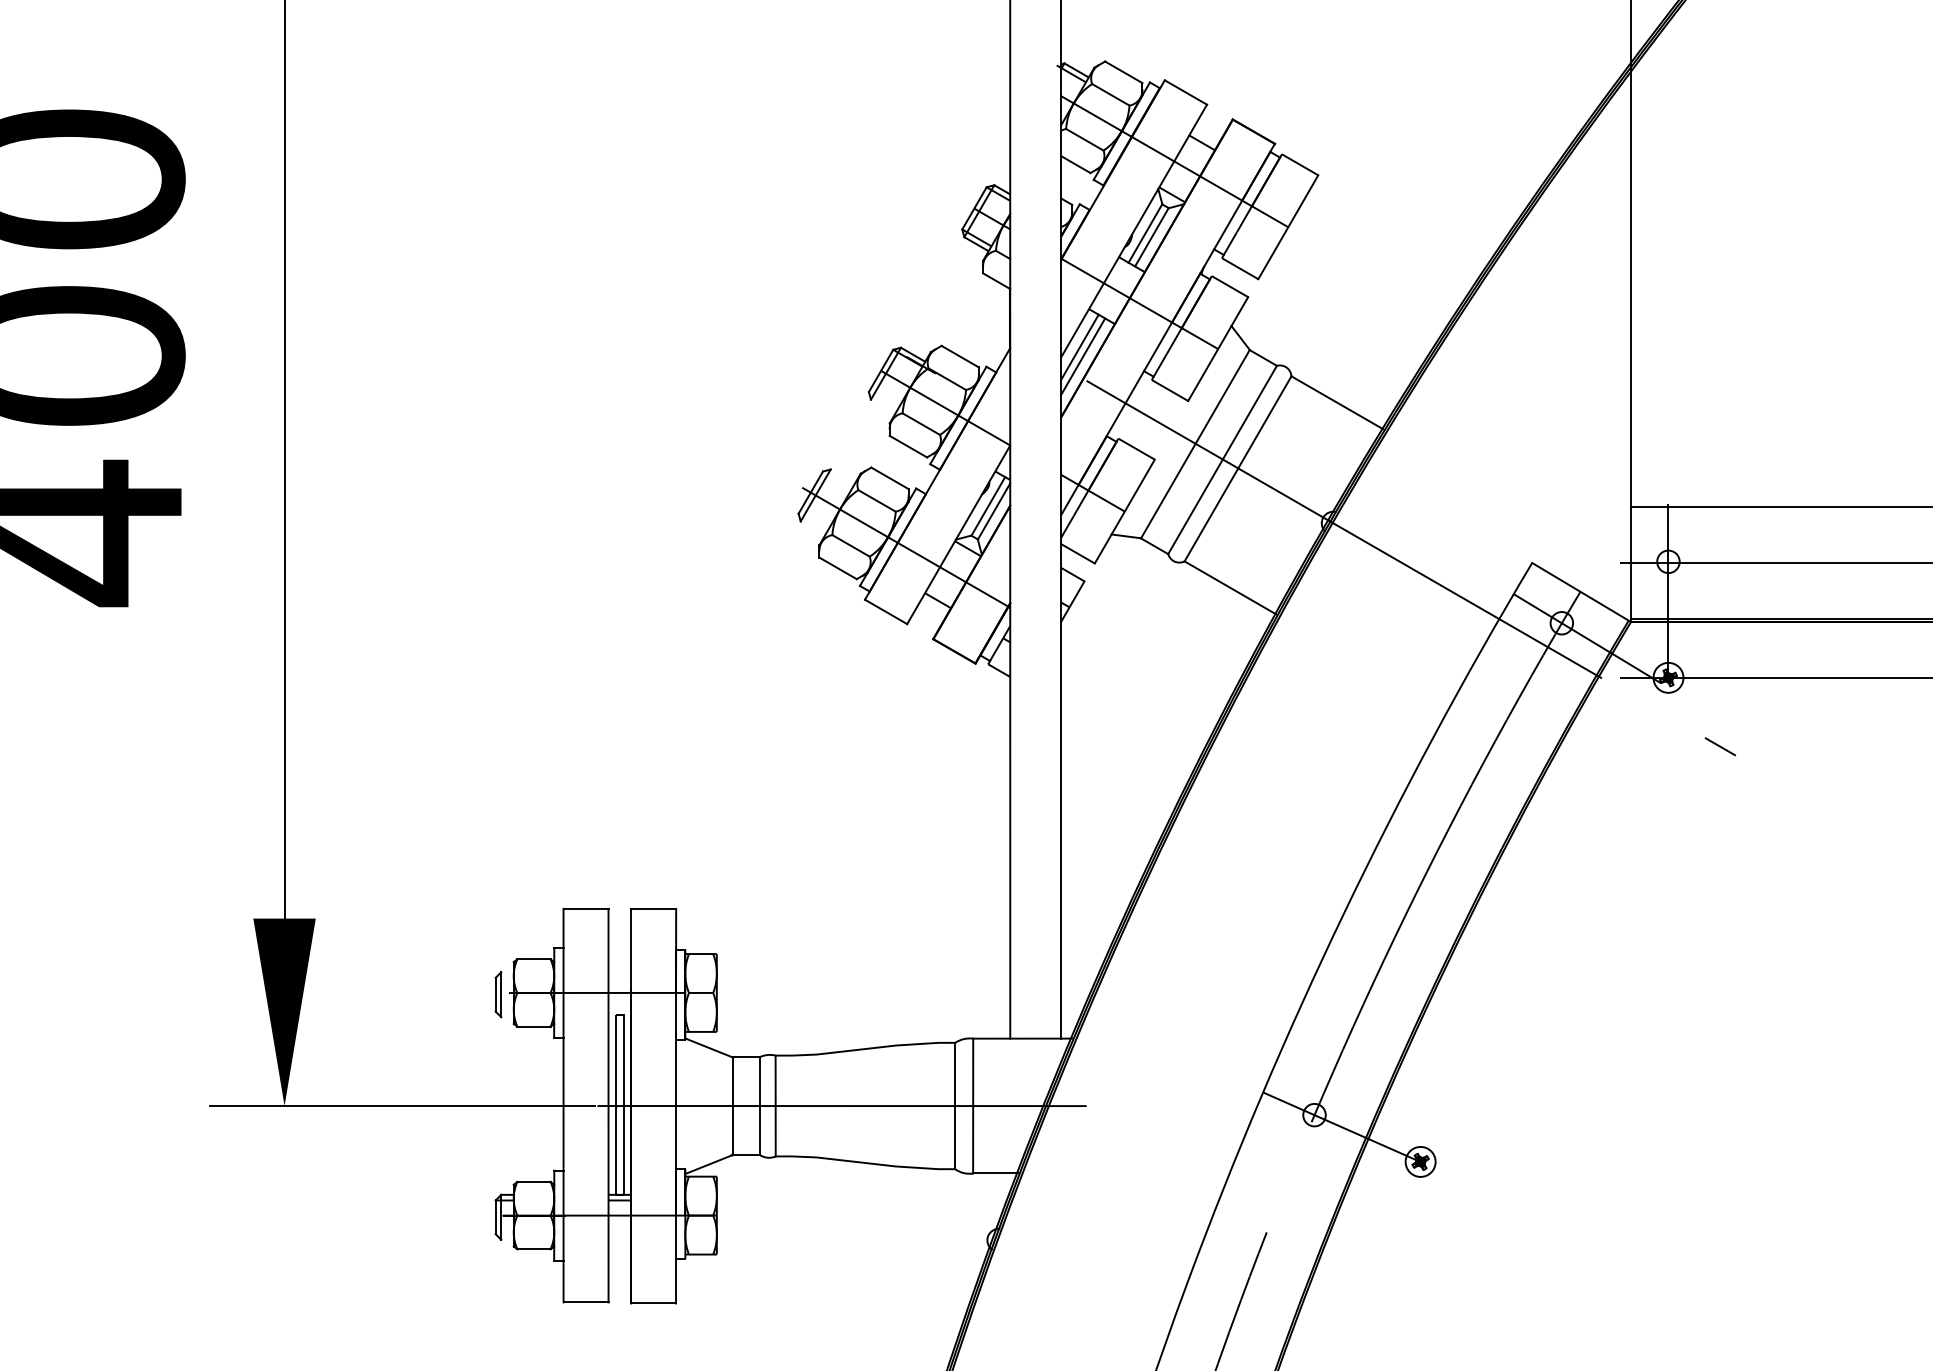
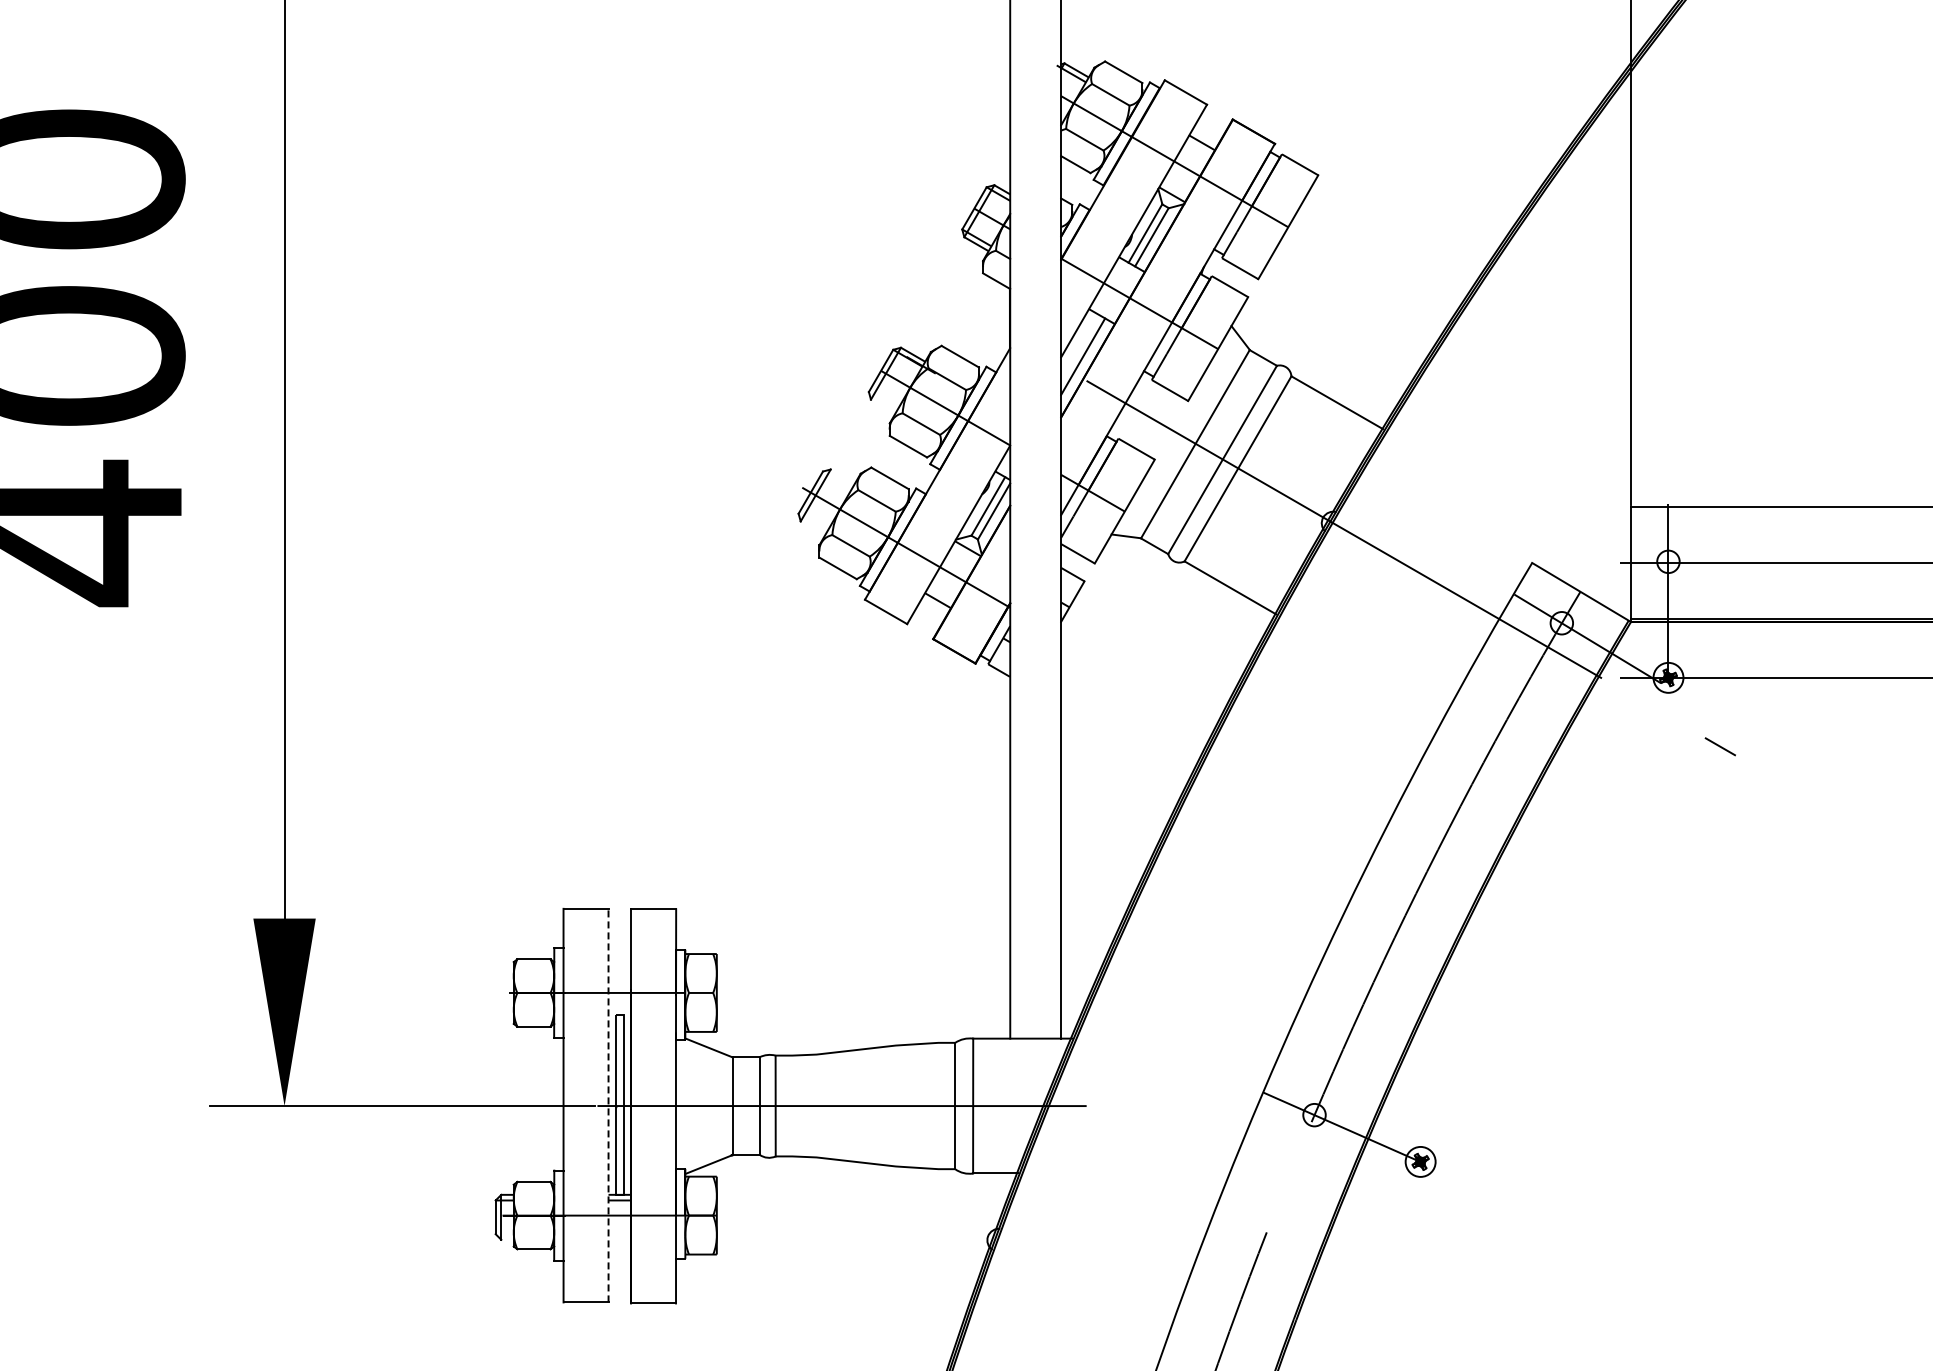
line at (1079, 346): present -> none
part at (498, 994): present -> none
line at (608, 1105): solid -> dashed
